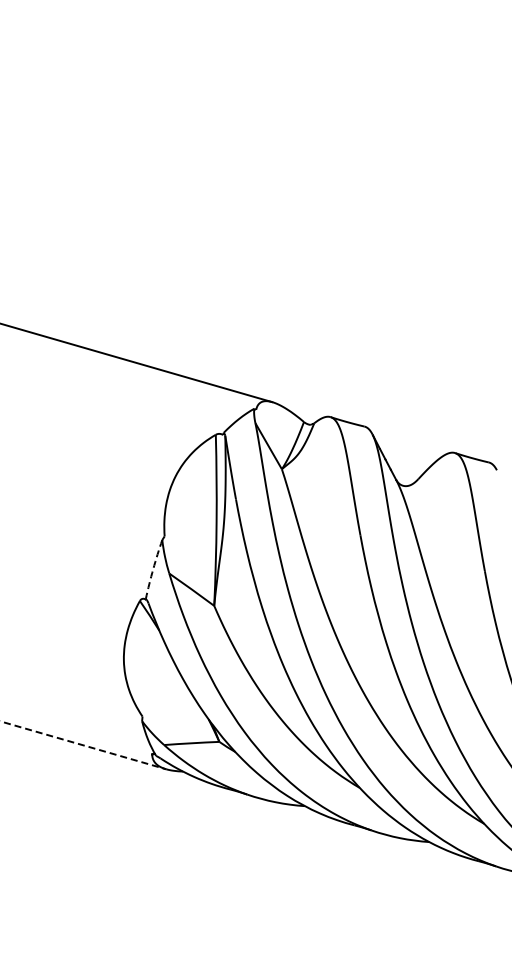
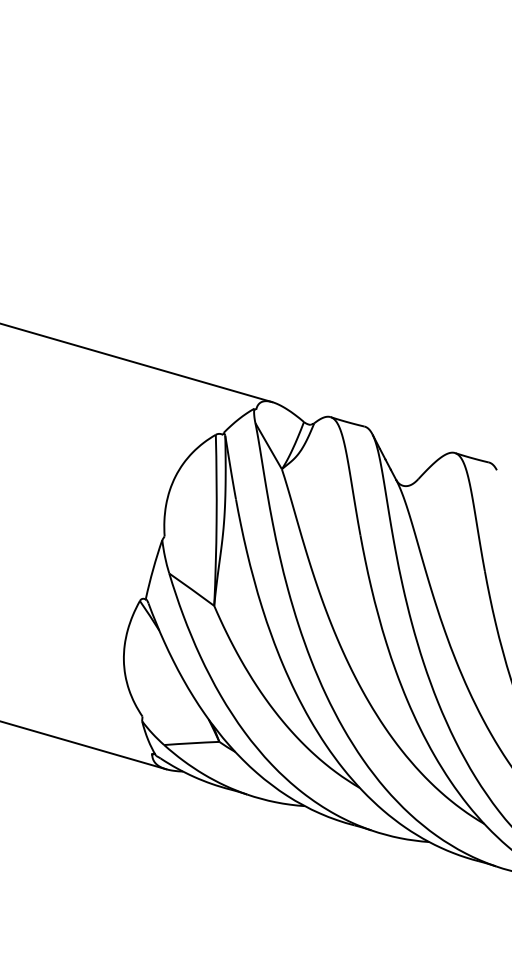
arc at (153, 569): dashed -> solid
line at (83, 745): dashed -> solid
